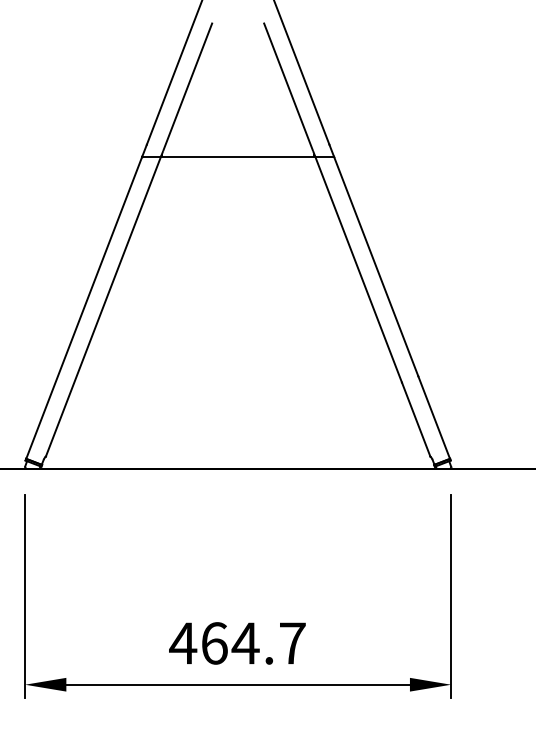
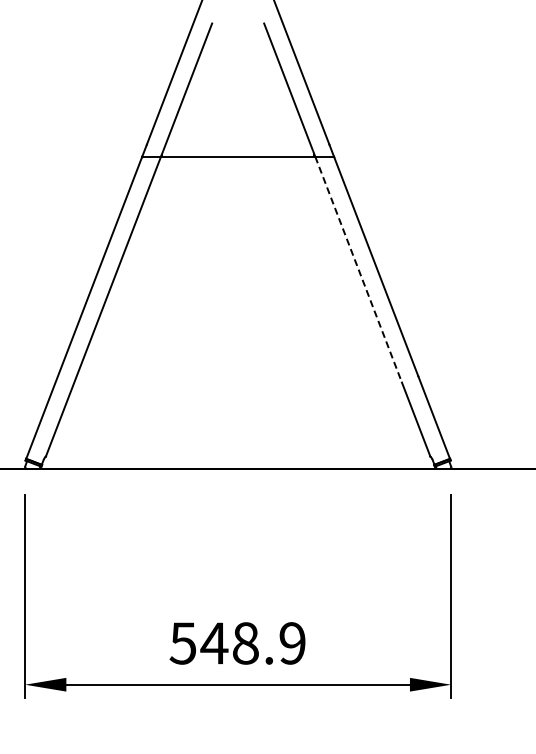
line at (358, 269): solid -> dashed
text at (237, 643): 464.7 -> 548.9
